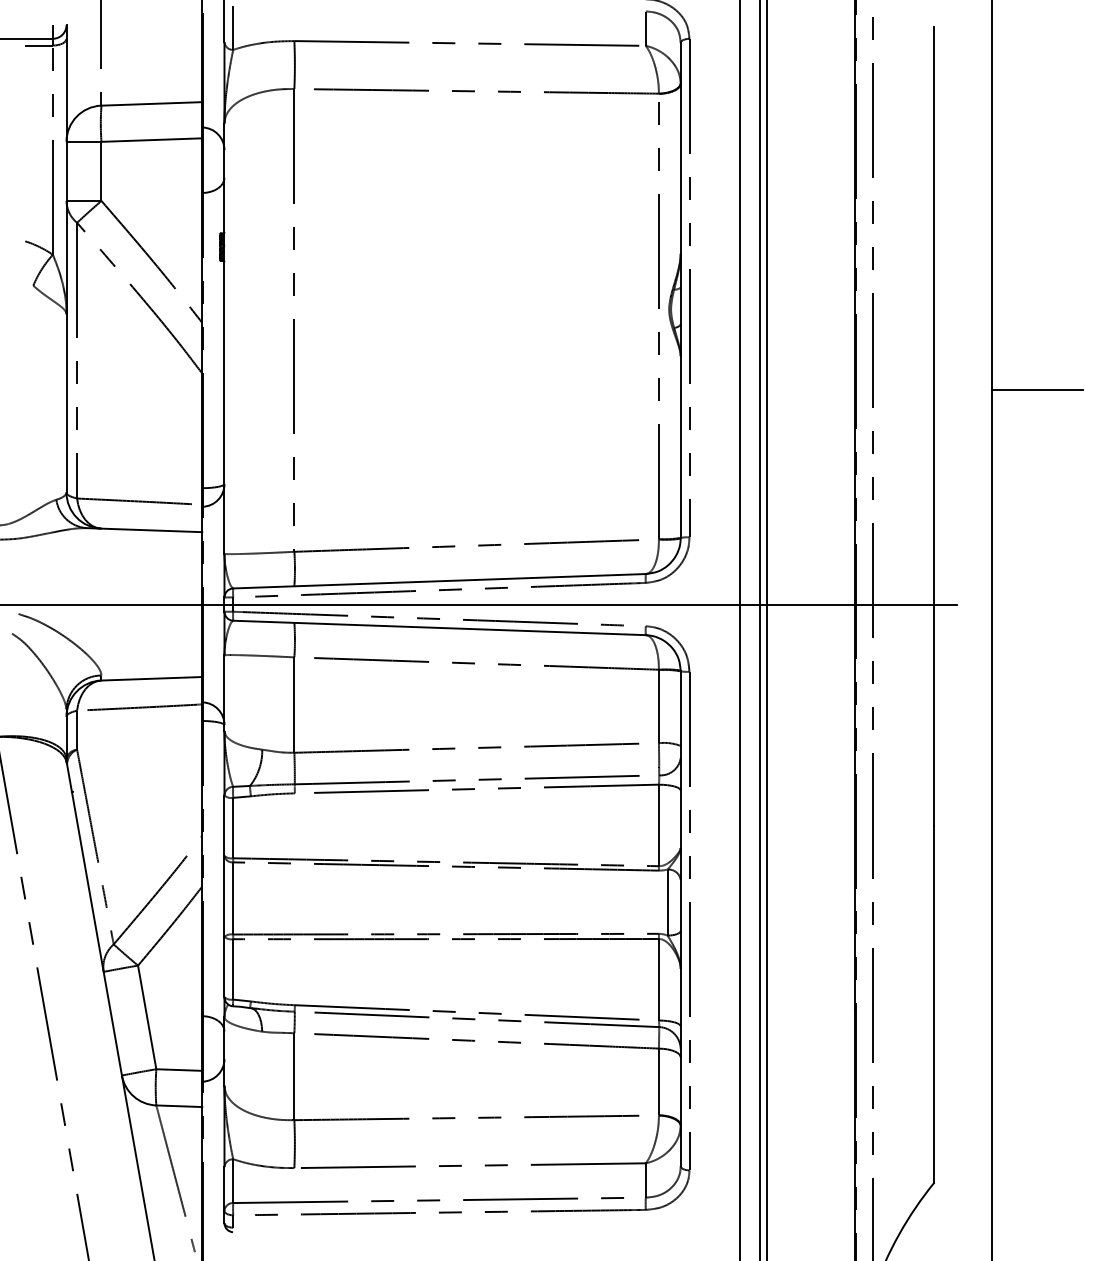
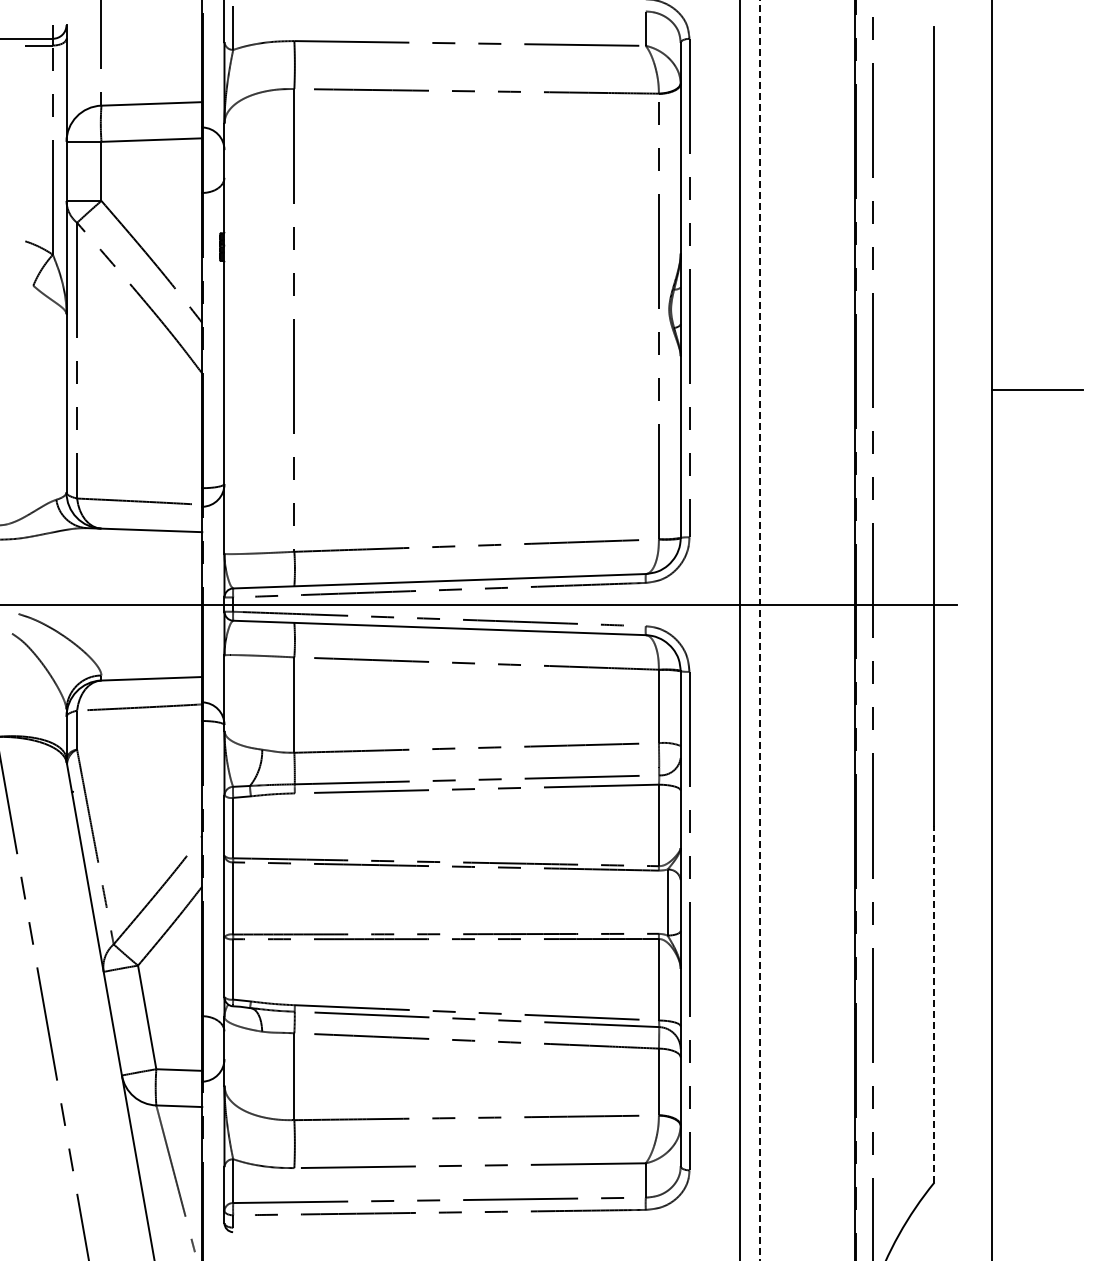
line at (766, 629): present -> none
line at (759, 630): solid -> dashed
line at (934, 1003): solid -> dashed
